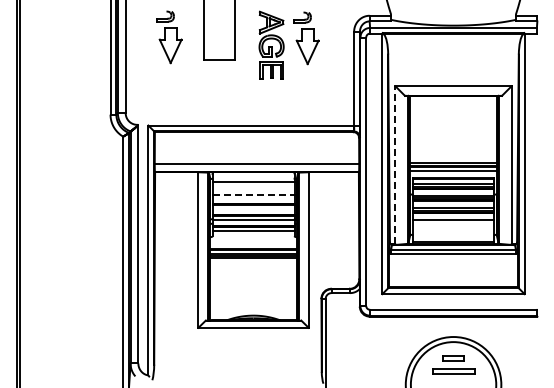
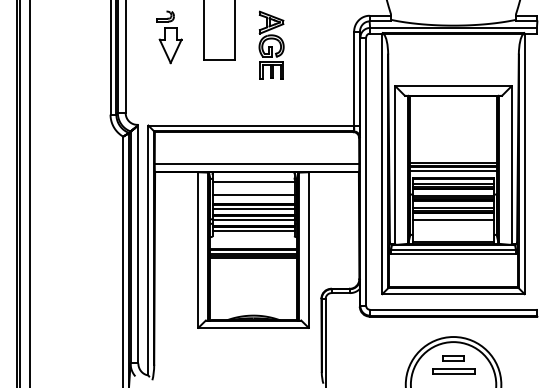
part at (306, 38): present -> none
line at (395, 164): dashed -> solid
line at (29, 193): none -> present
line at (253, 195): dashed -> solid
line at (253, 208): none -> present
